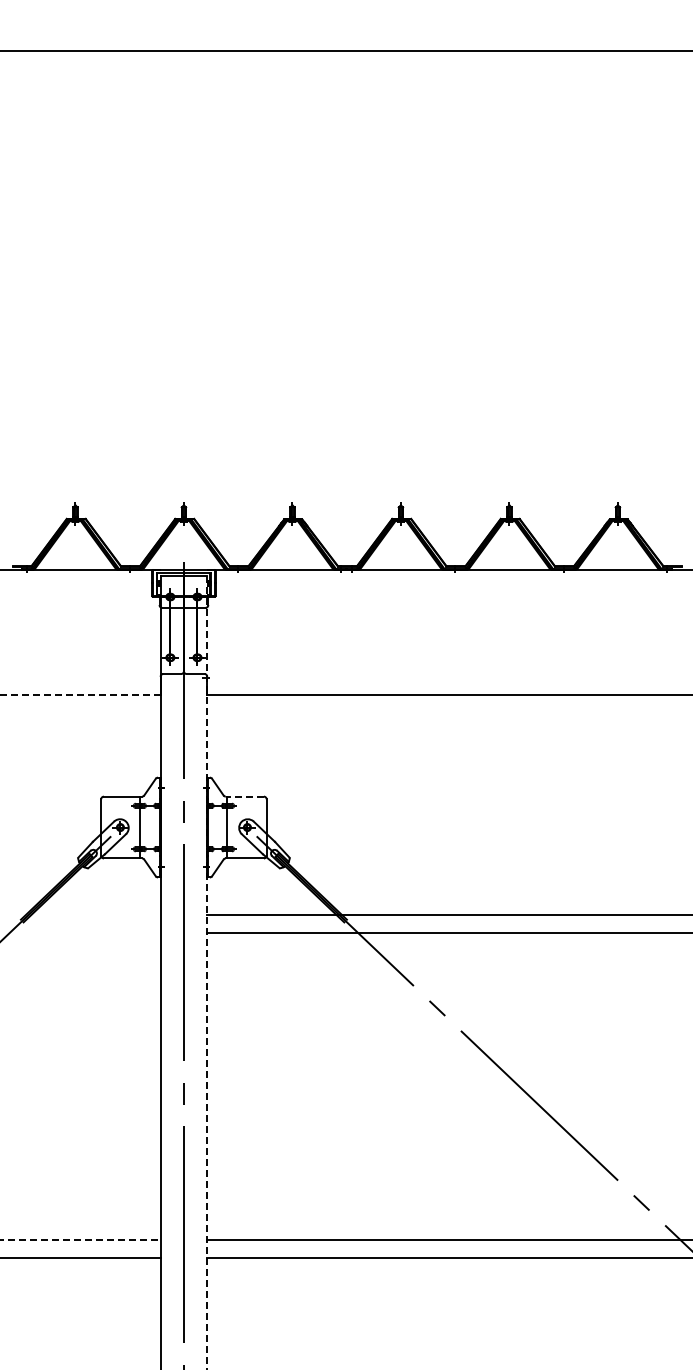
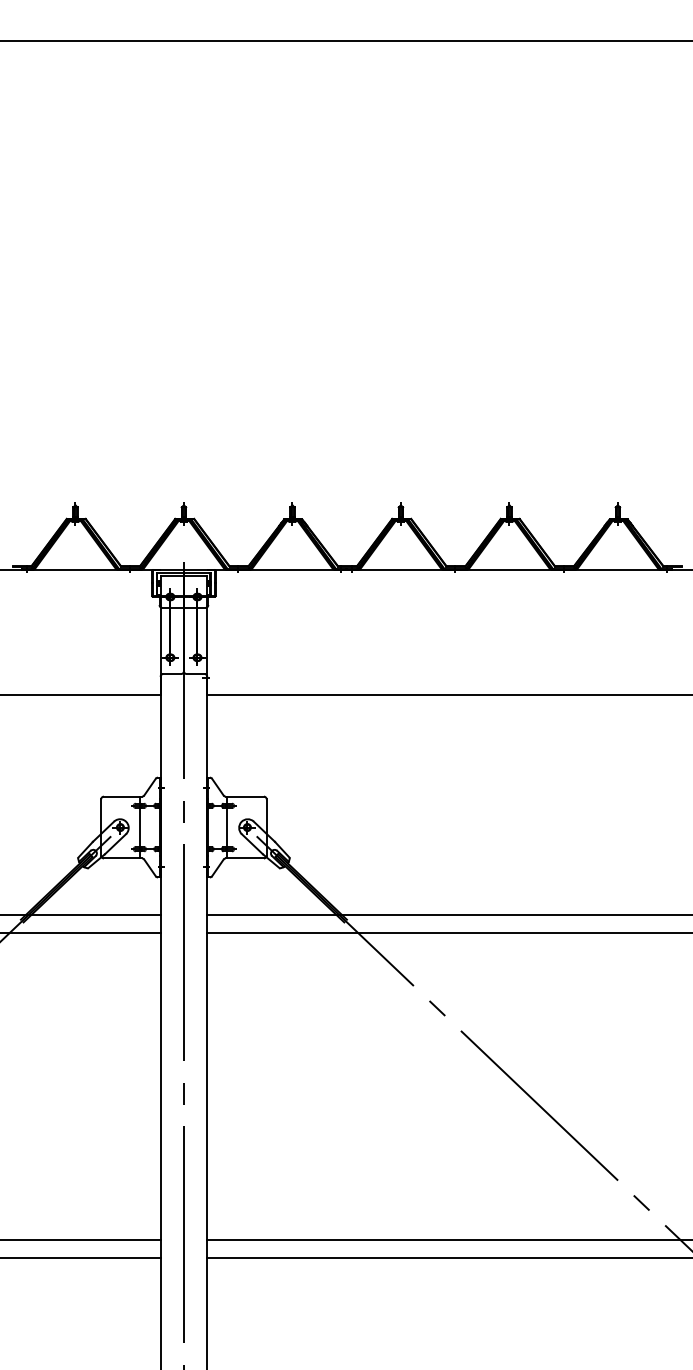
line at (345, 51) position: (345, 51) -> (345, 41)
line at (80, 694): dashed -> solid
line at (244, 796): dashed -> solid
line at (81, 914): none -> present
line at (81, 932): none -> present
line at (206, 972): dashed -> solid
line at (80, 1240): dashed -> solid
